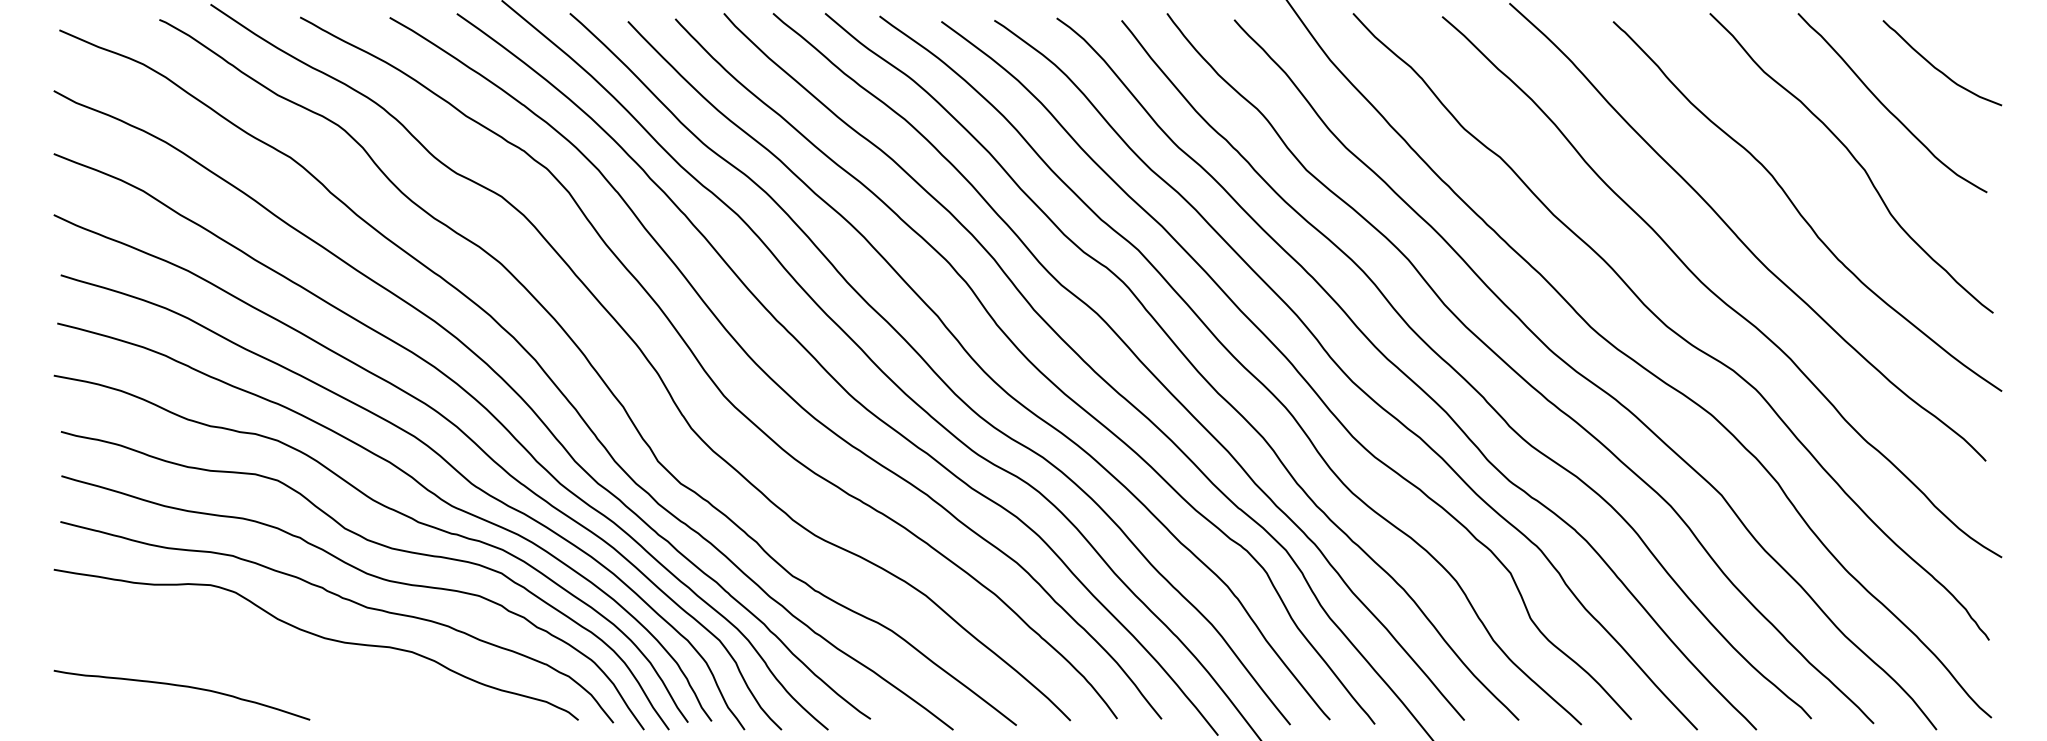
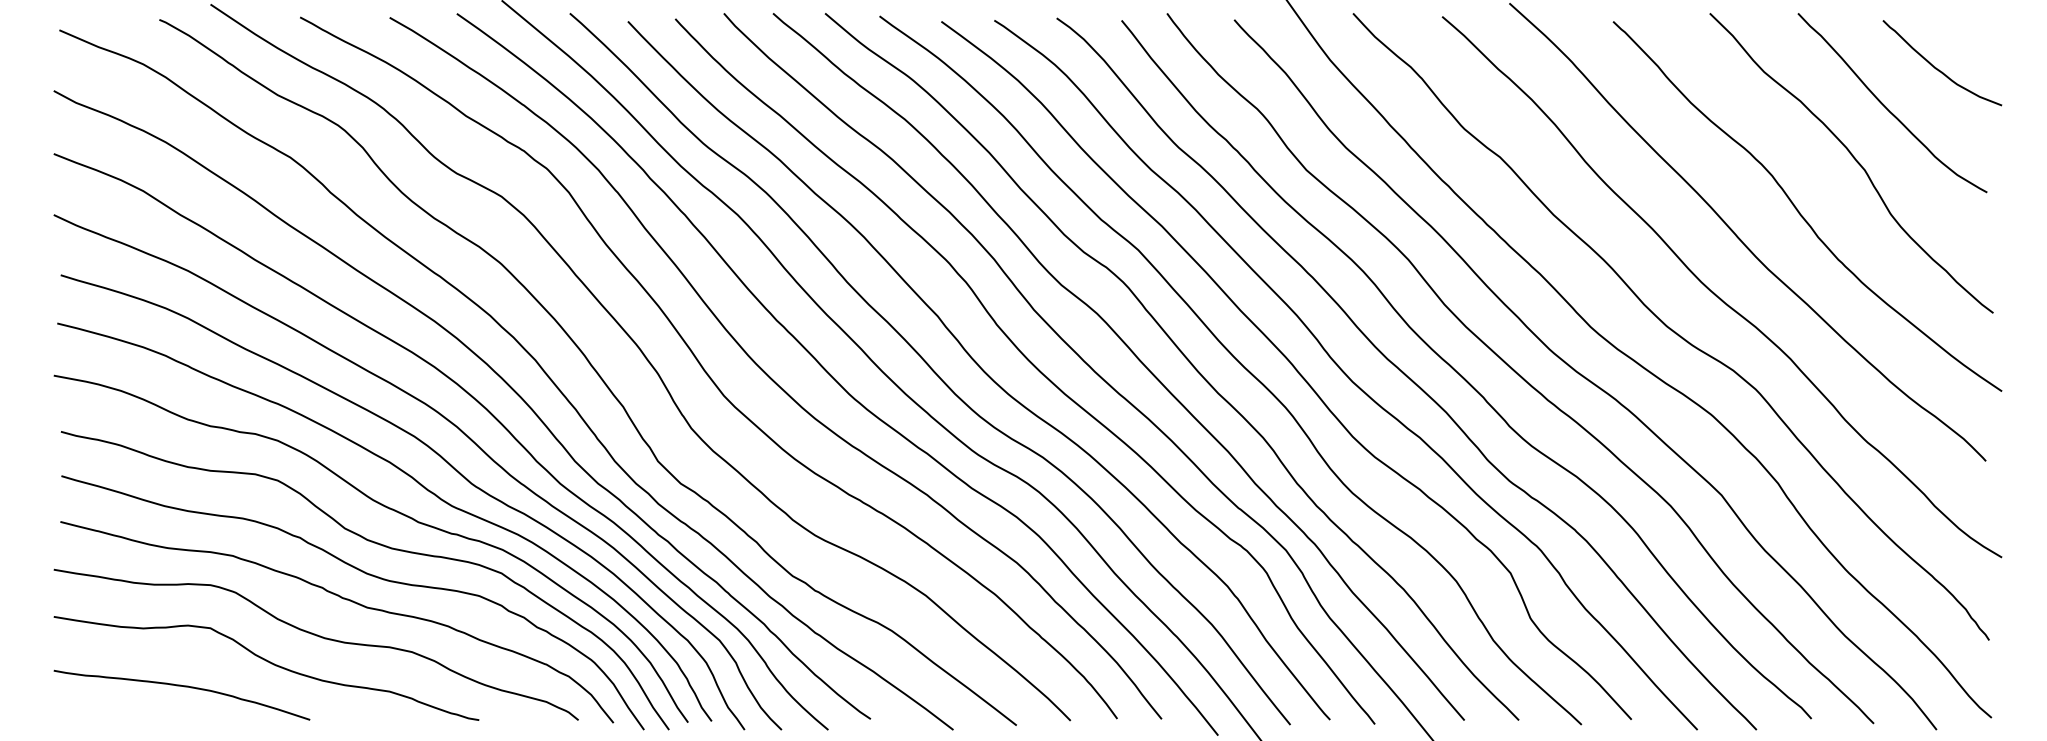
curve at (269, 663): none -> present
